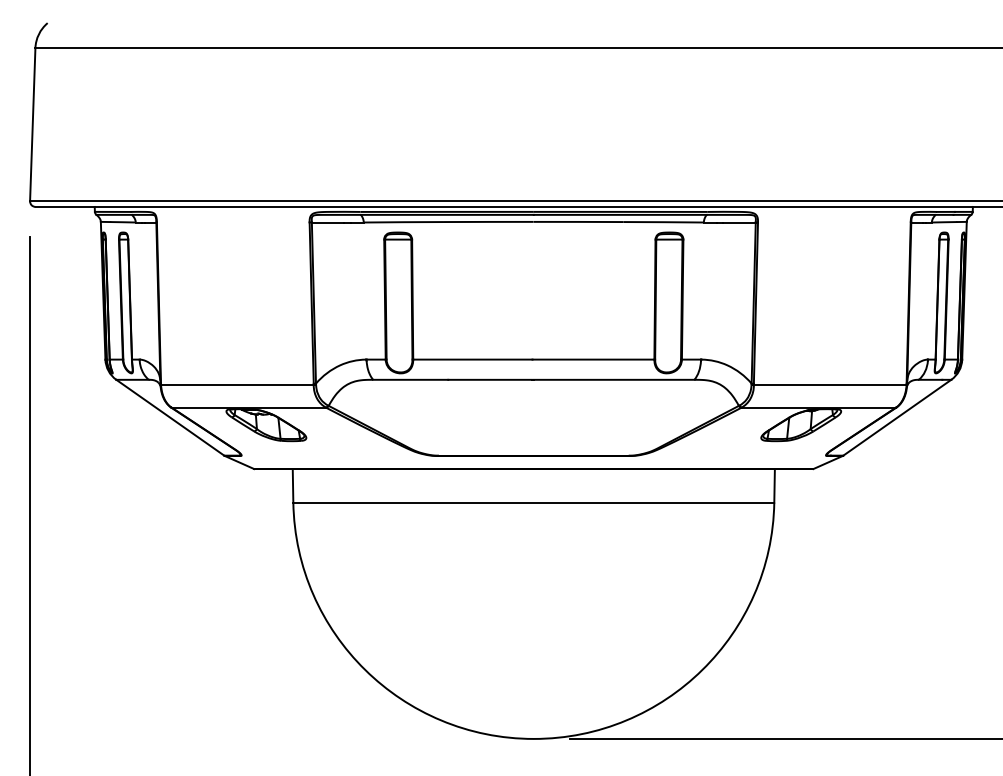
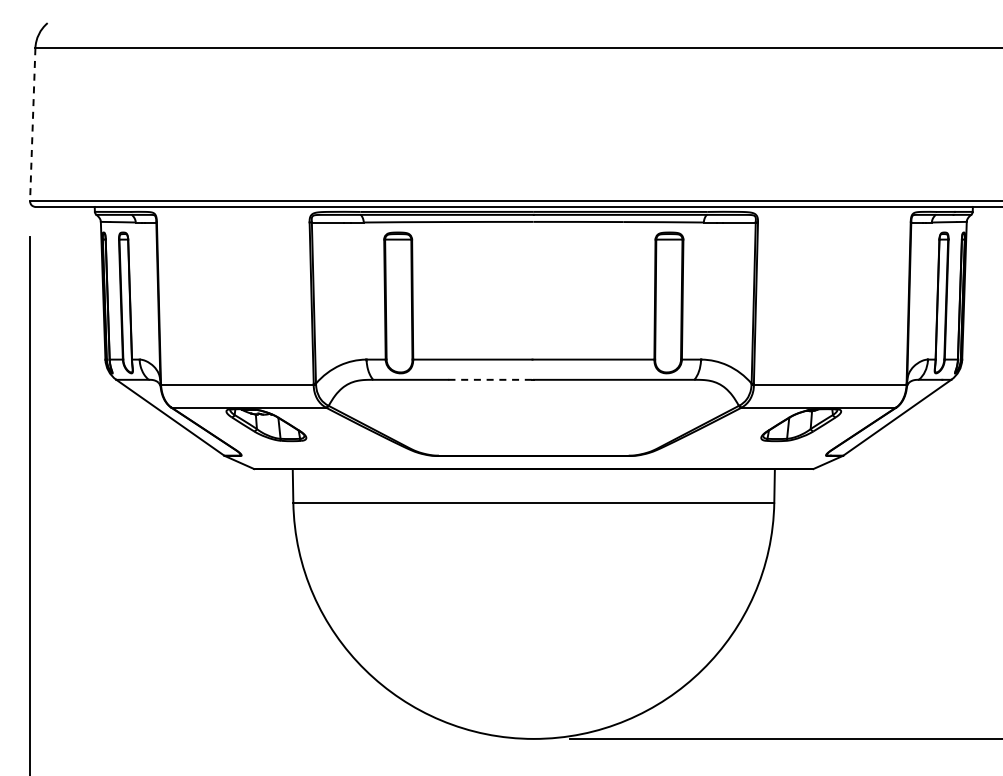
line at (32, 124): solid -> dashed
line at (490, 379): solid -> dashed
